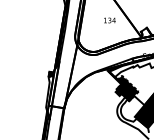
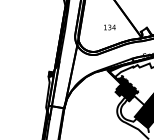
text at (109, 20) position: (109, 20) -> (109, 27)
